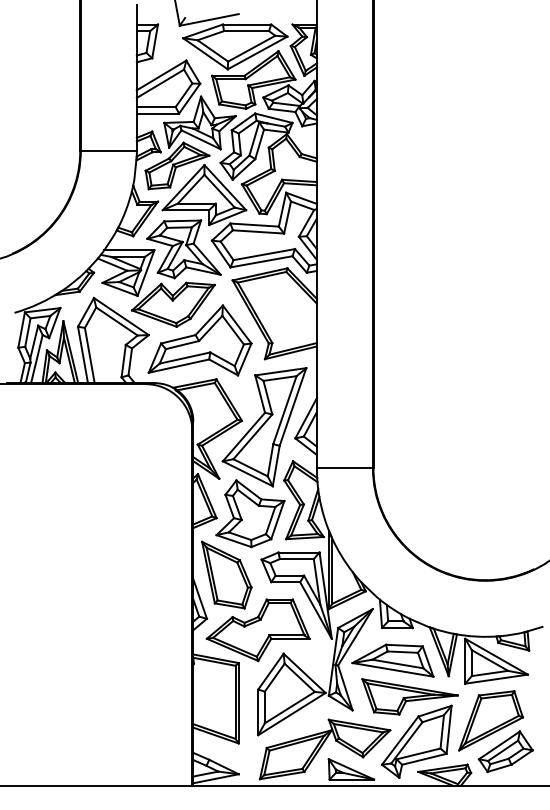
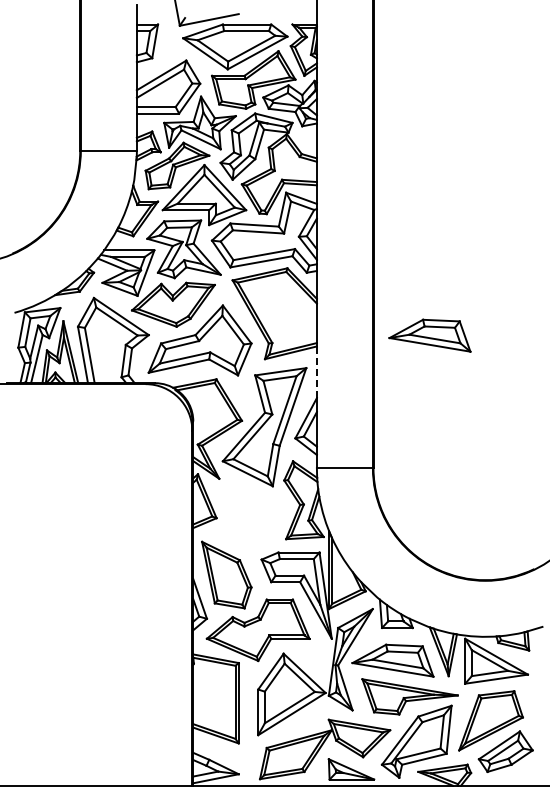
part at (429, 335): none -> present
line at (316, 372): solid -> dashed
part at (250, 513): present -> none
